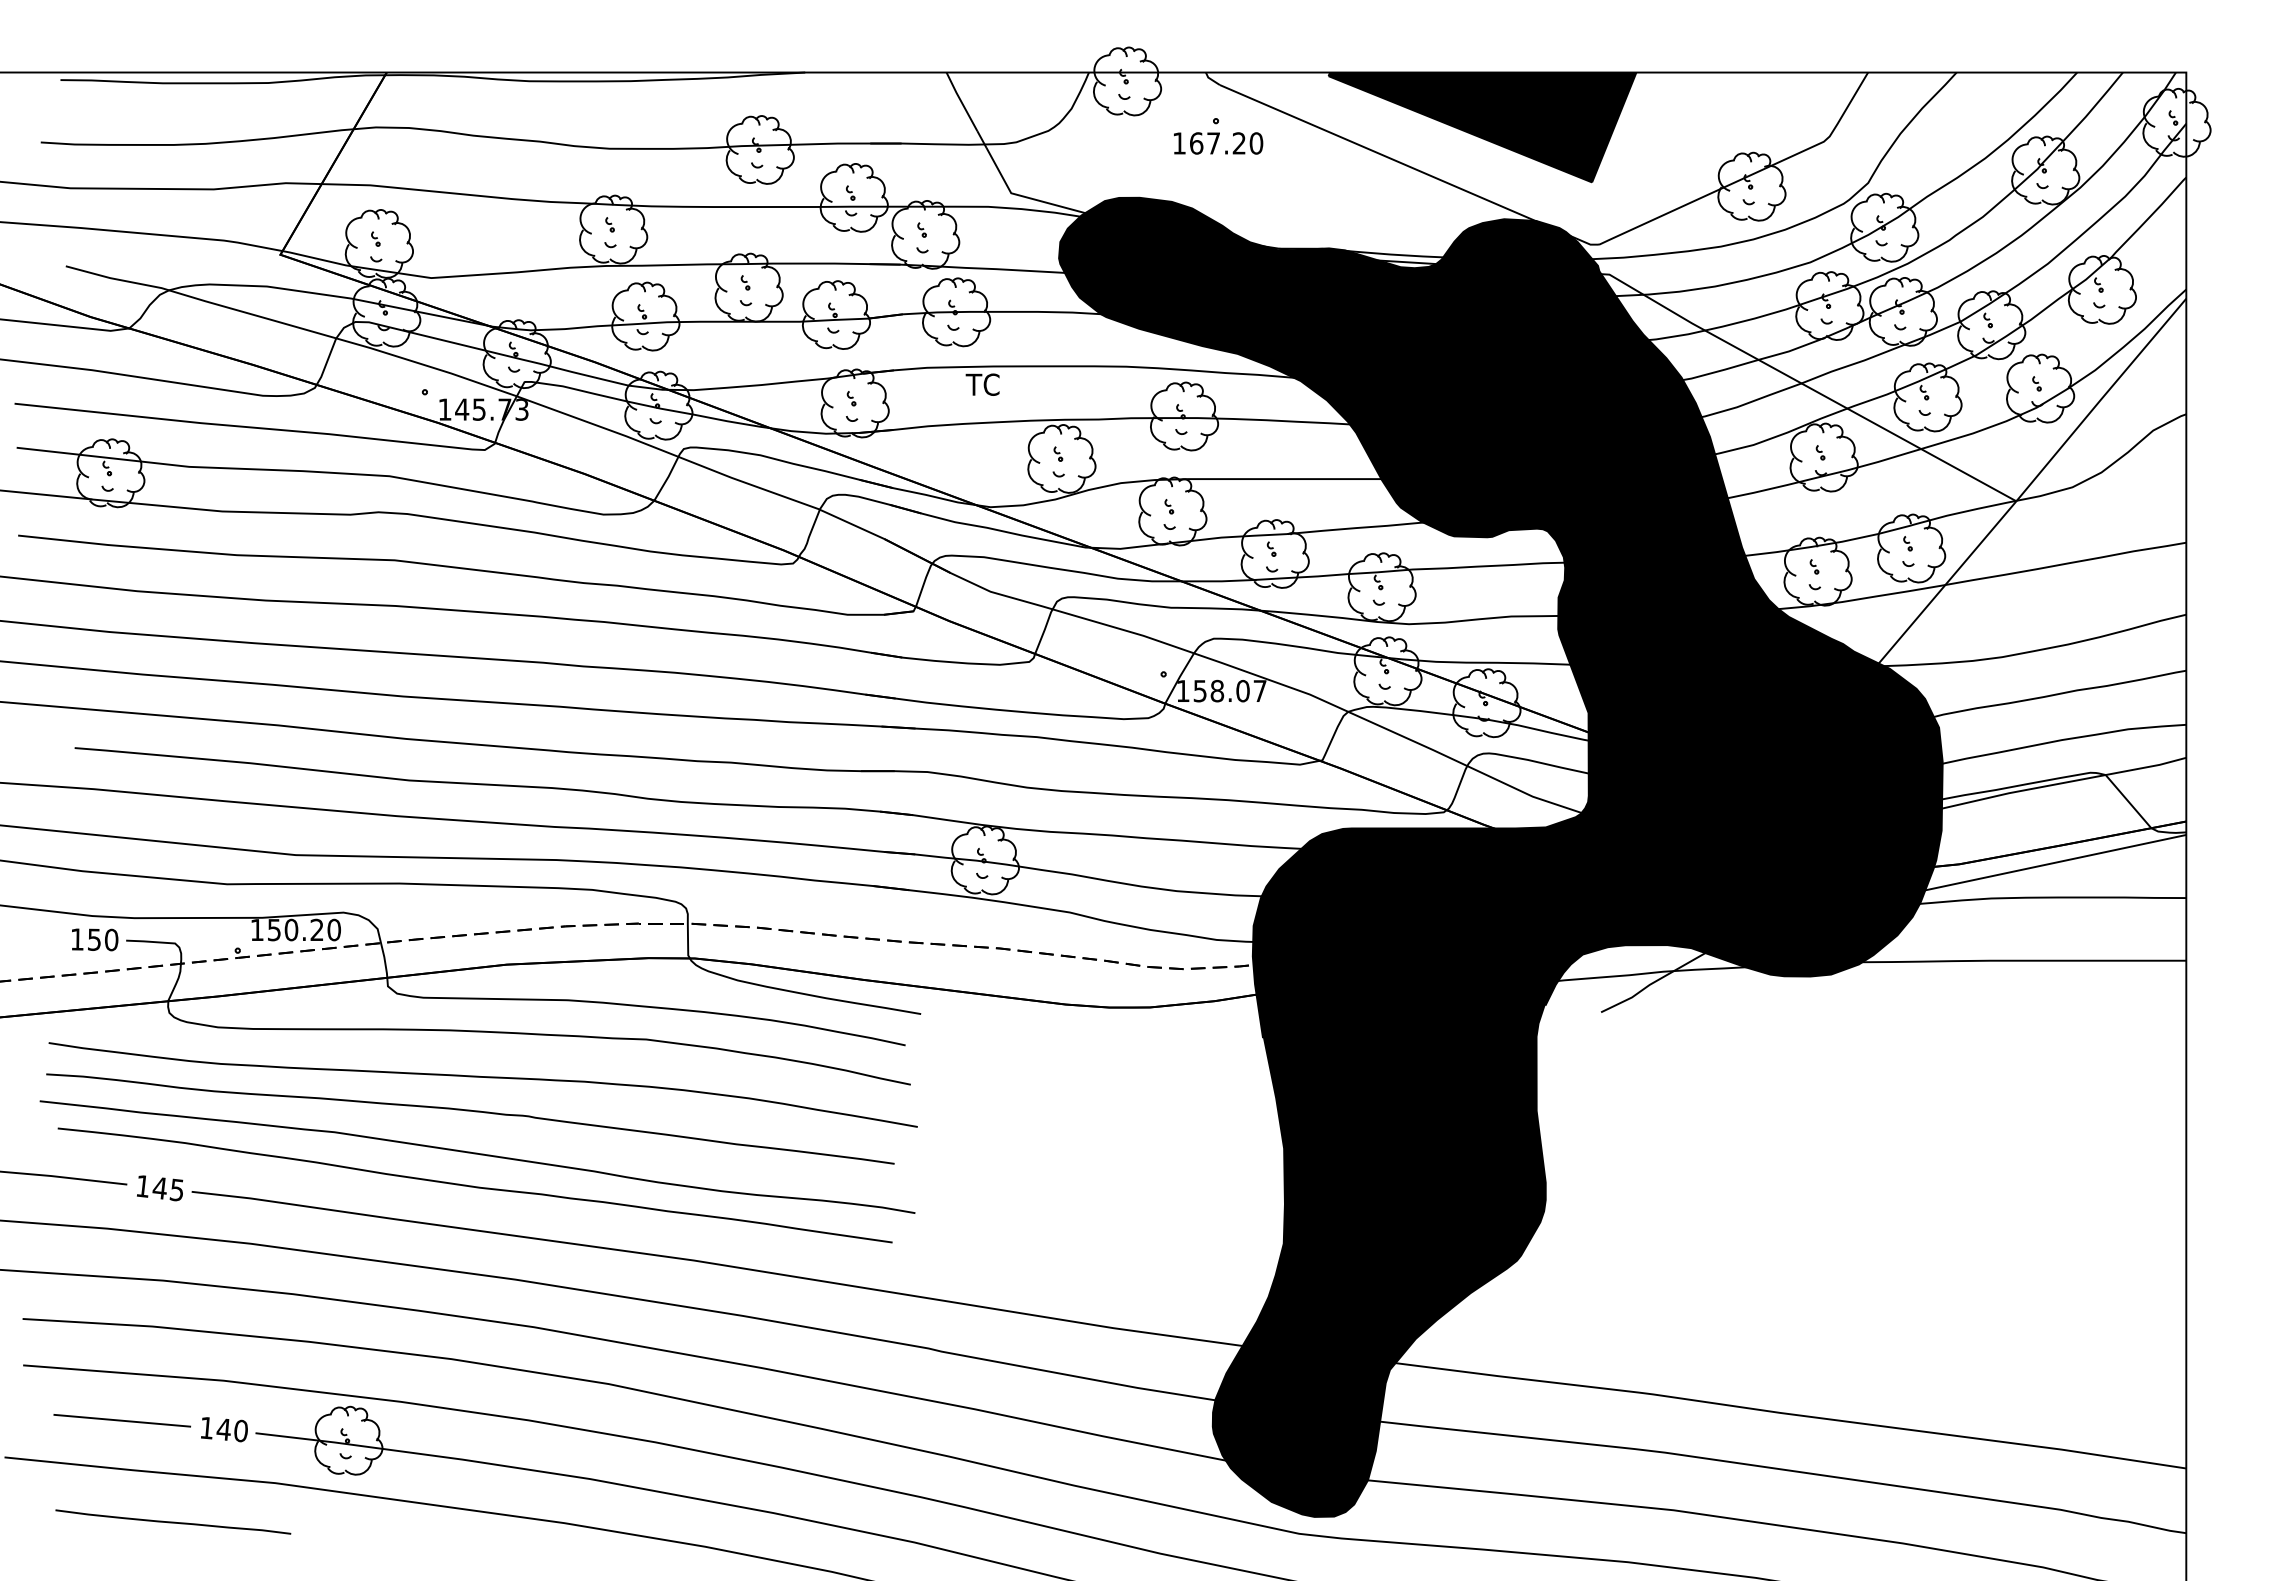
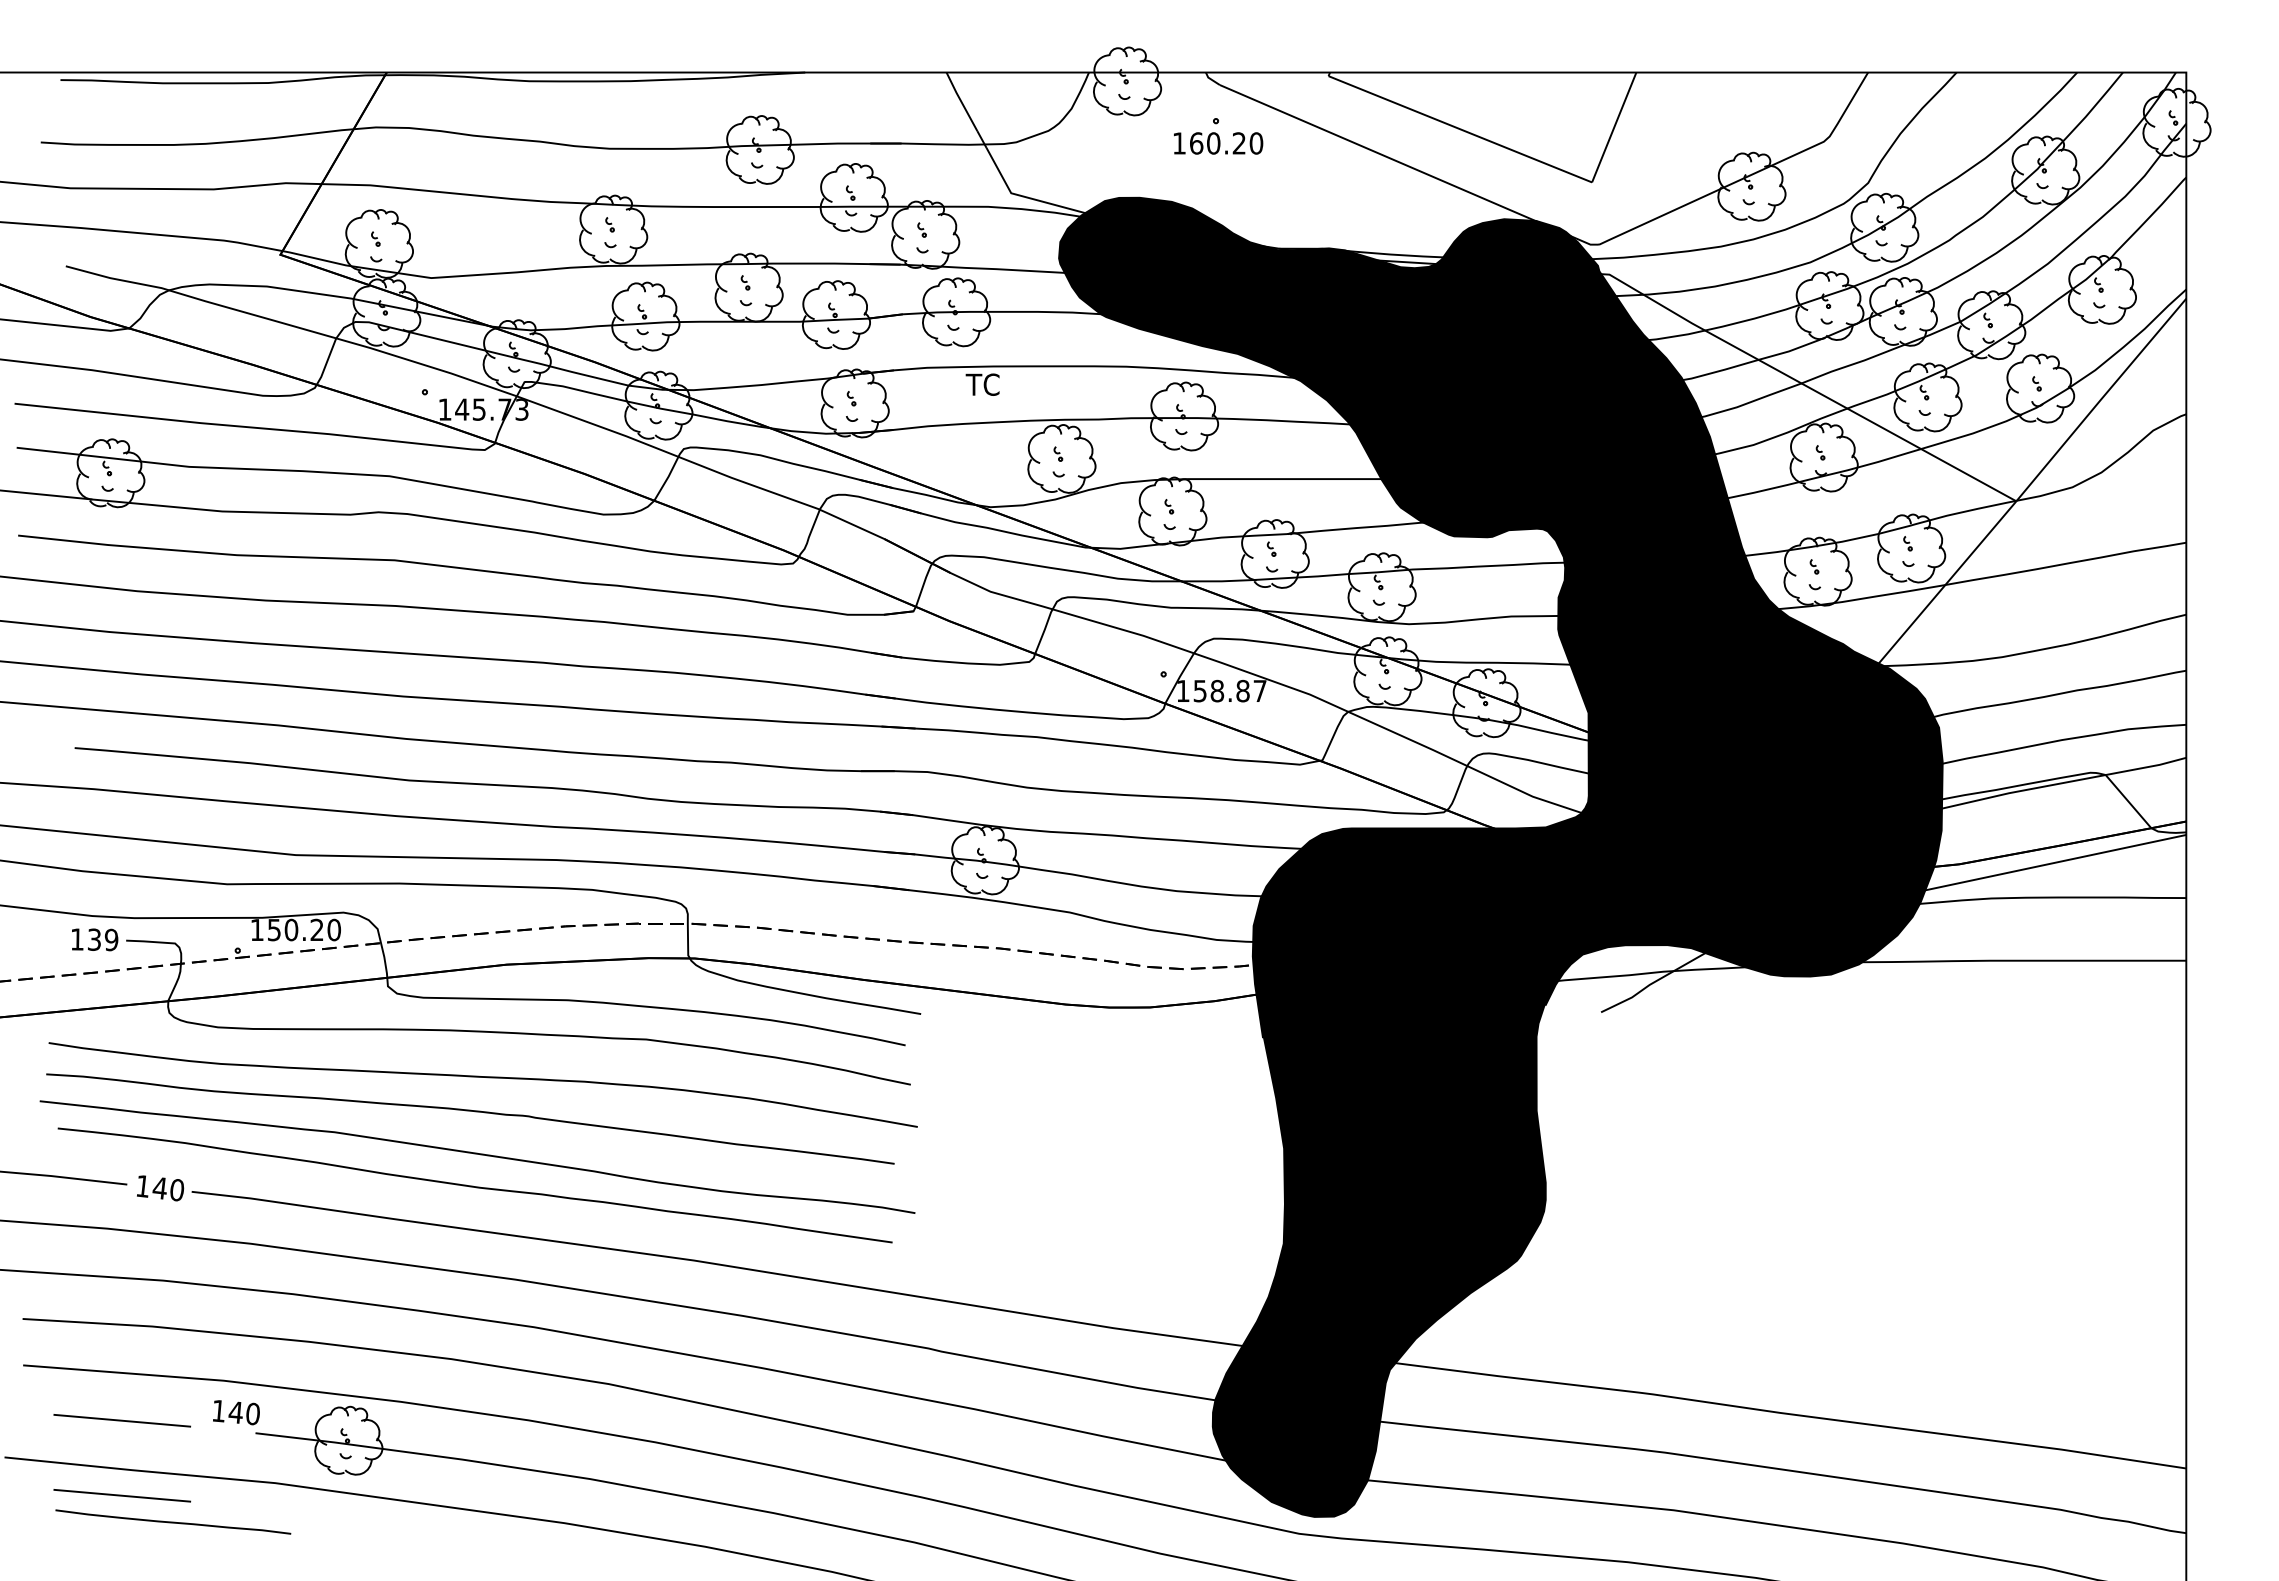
fill at (1482, 127): present -> none
text at (1213, 143): 167.20 -> 160.20
text at (1242, 691): 158.07 -> 158.87
text at (103, 939): 150 -> 139
text at (176, 1189): 145 -> 140
text at (224, 1429) position: (224, 1429) -> (236, 1412)
line at (121, 1495): none -> present
